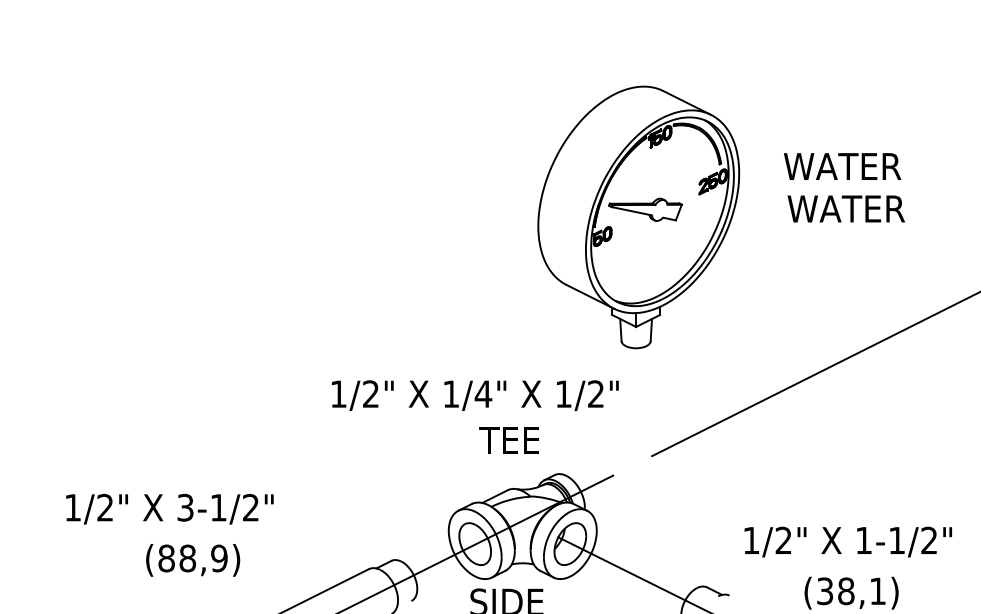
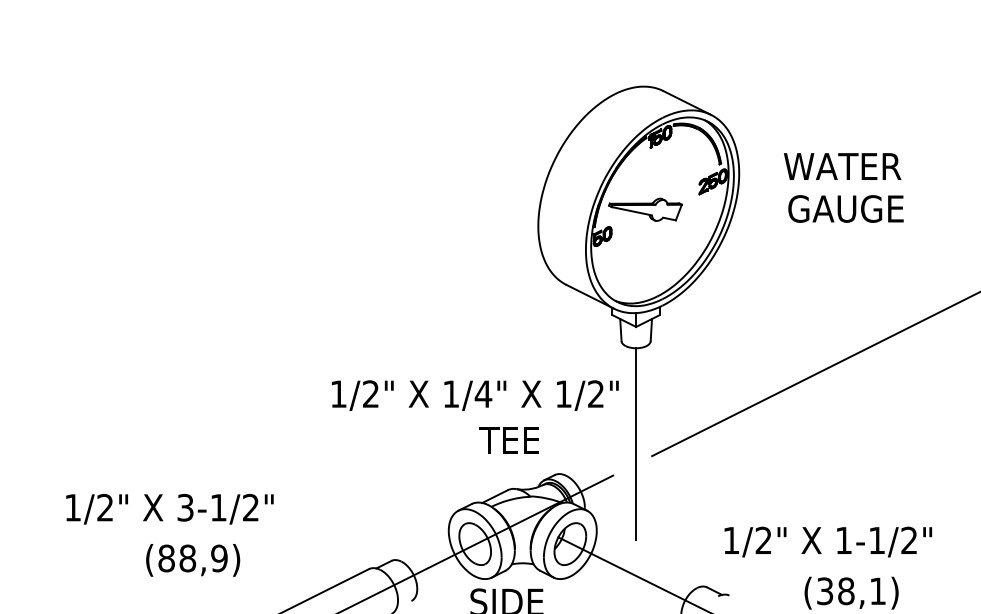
text at (845, 208): WATER -> GAUGE
line at (635, 443): none -> present
text at (847, 541) position: (847, 541) -> (827, 541)
